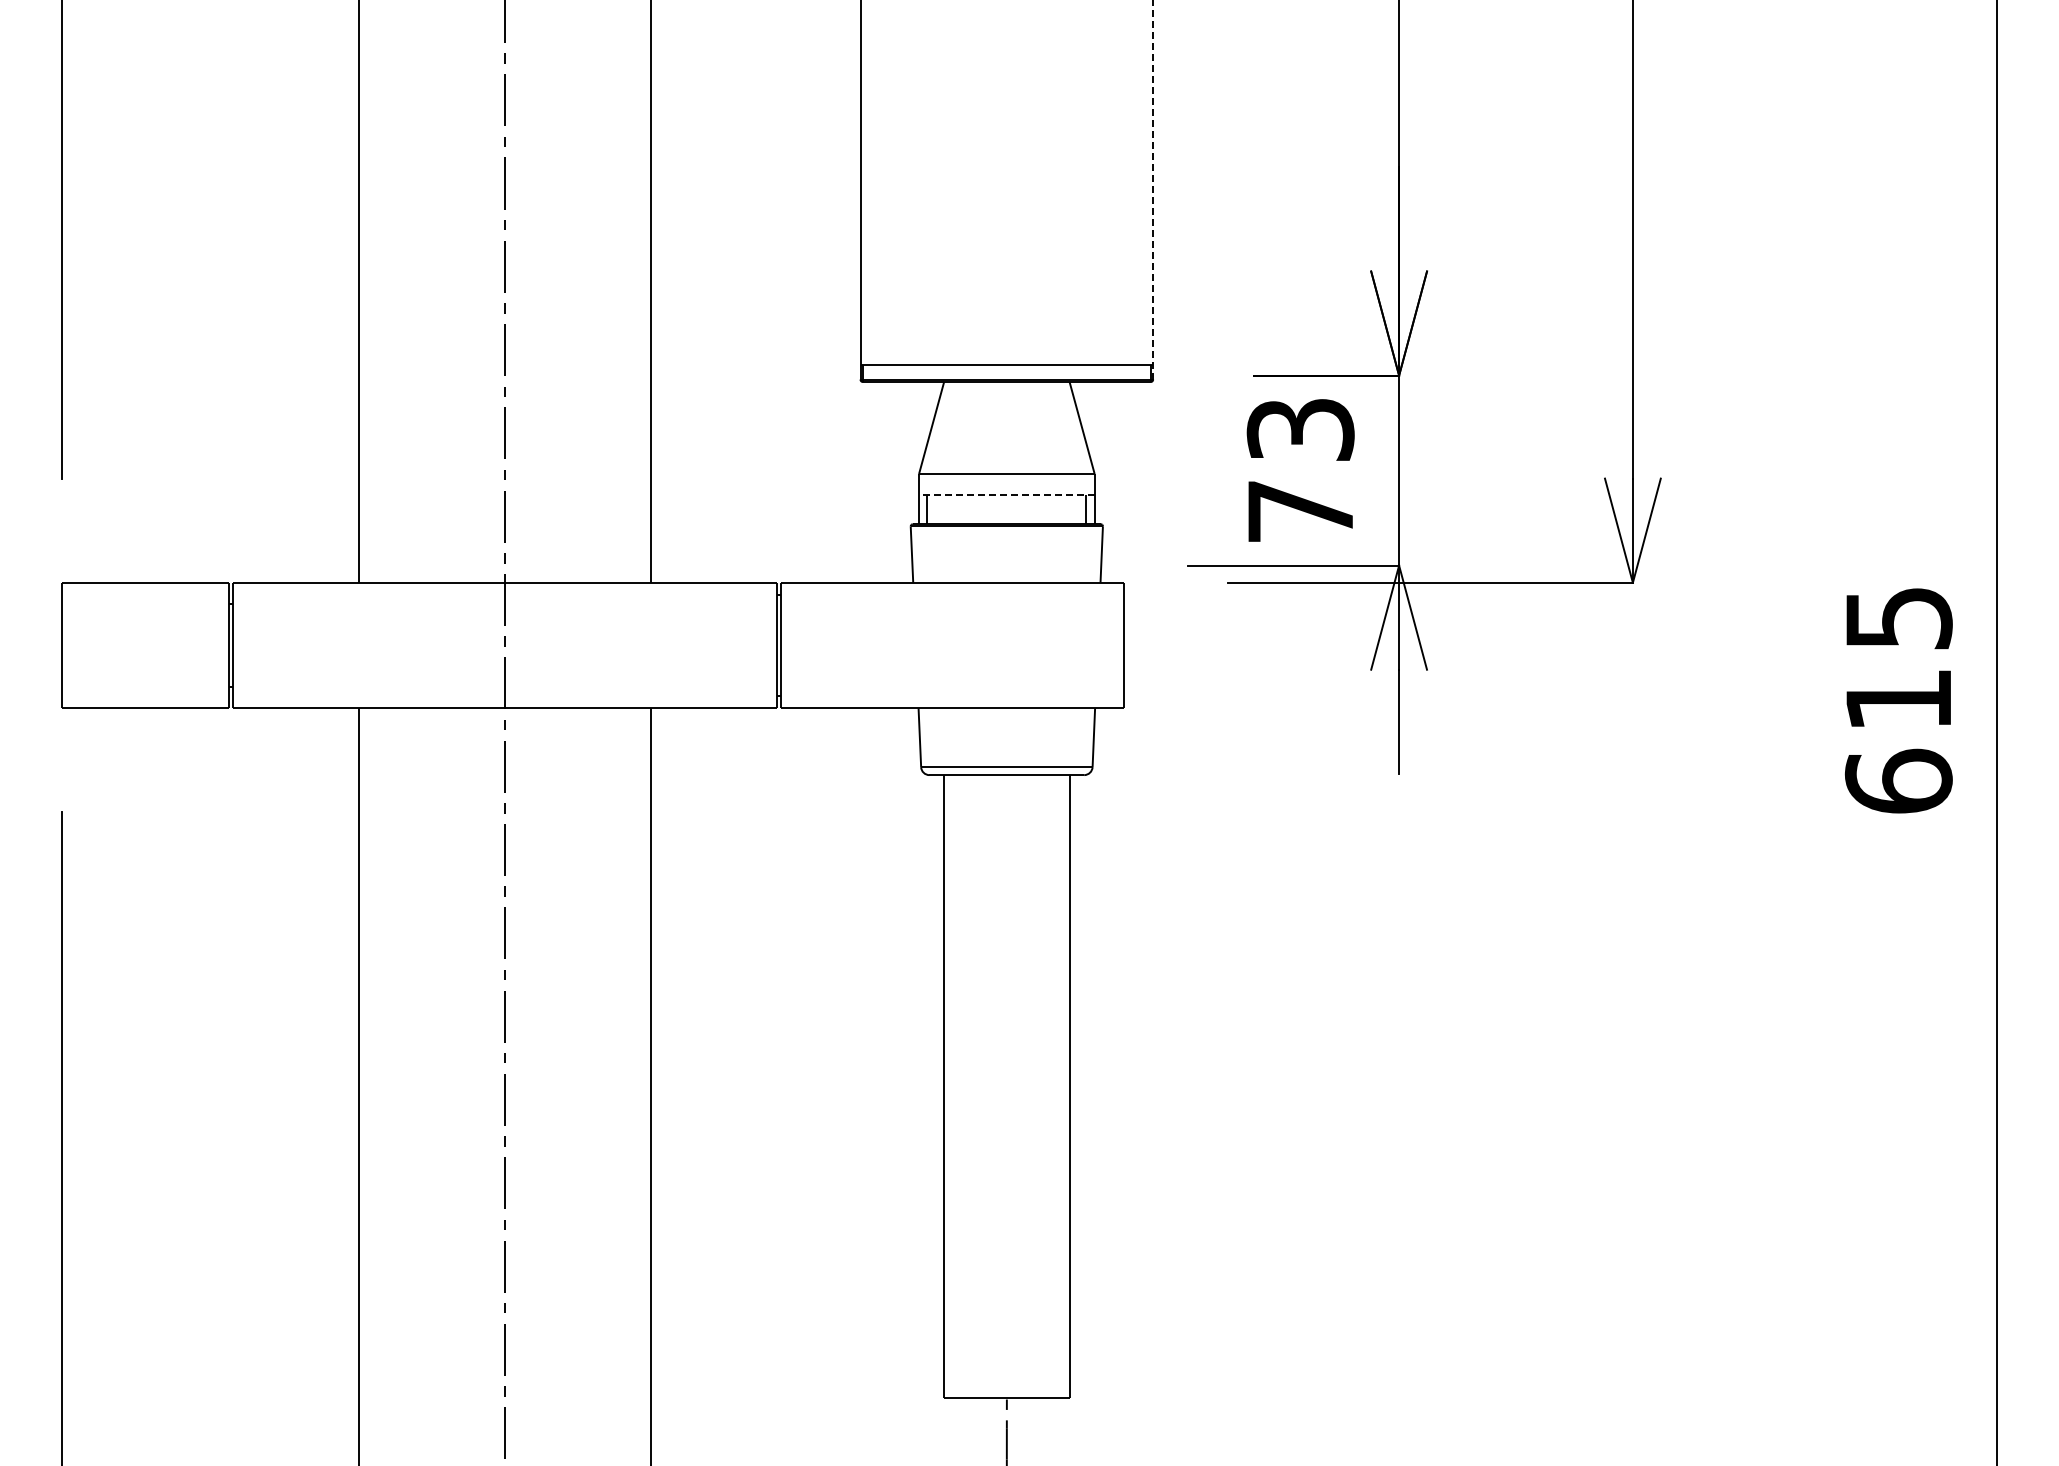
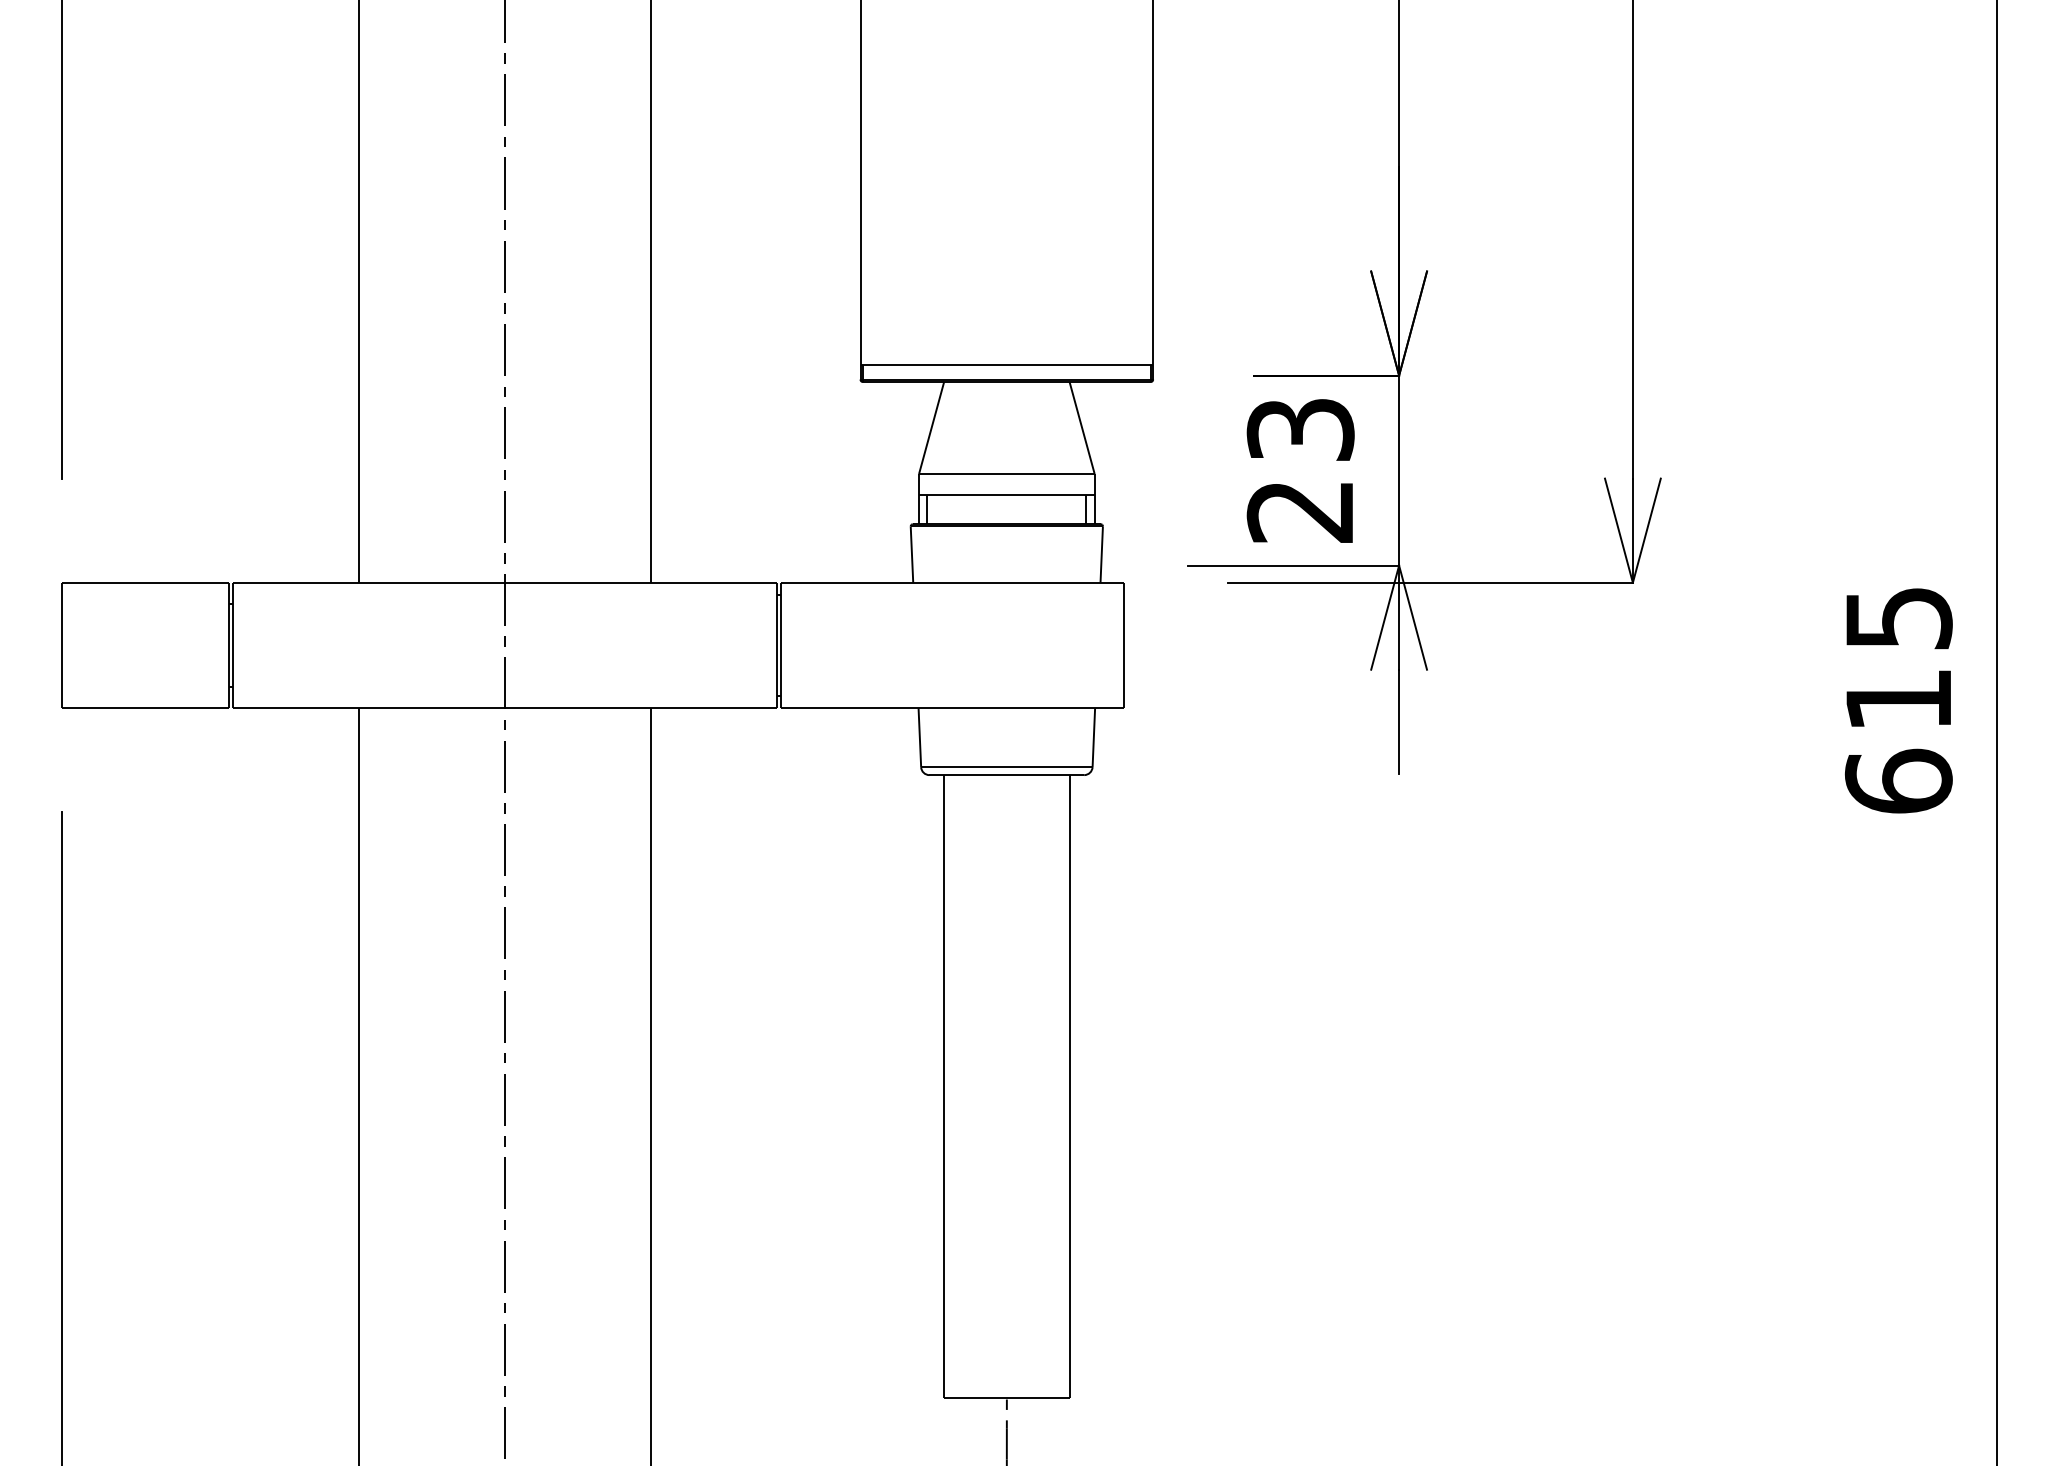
line at (1153, 189): dashed -> solid
line at (1006, 494): dashed -> solid
text at (1299, 511): 73 -> 23
